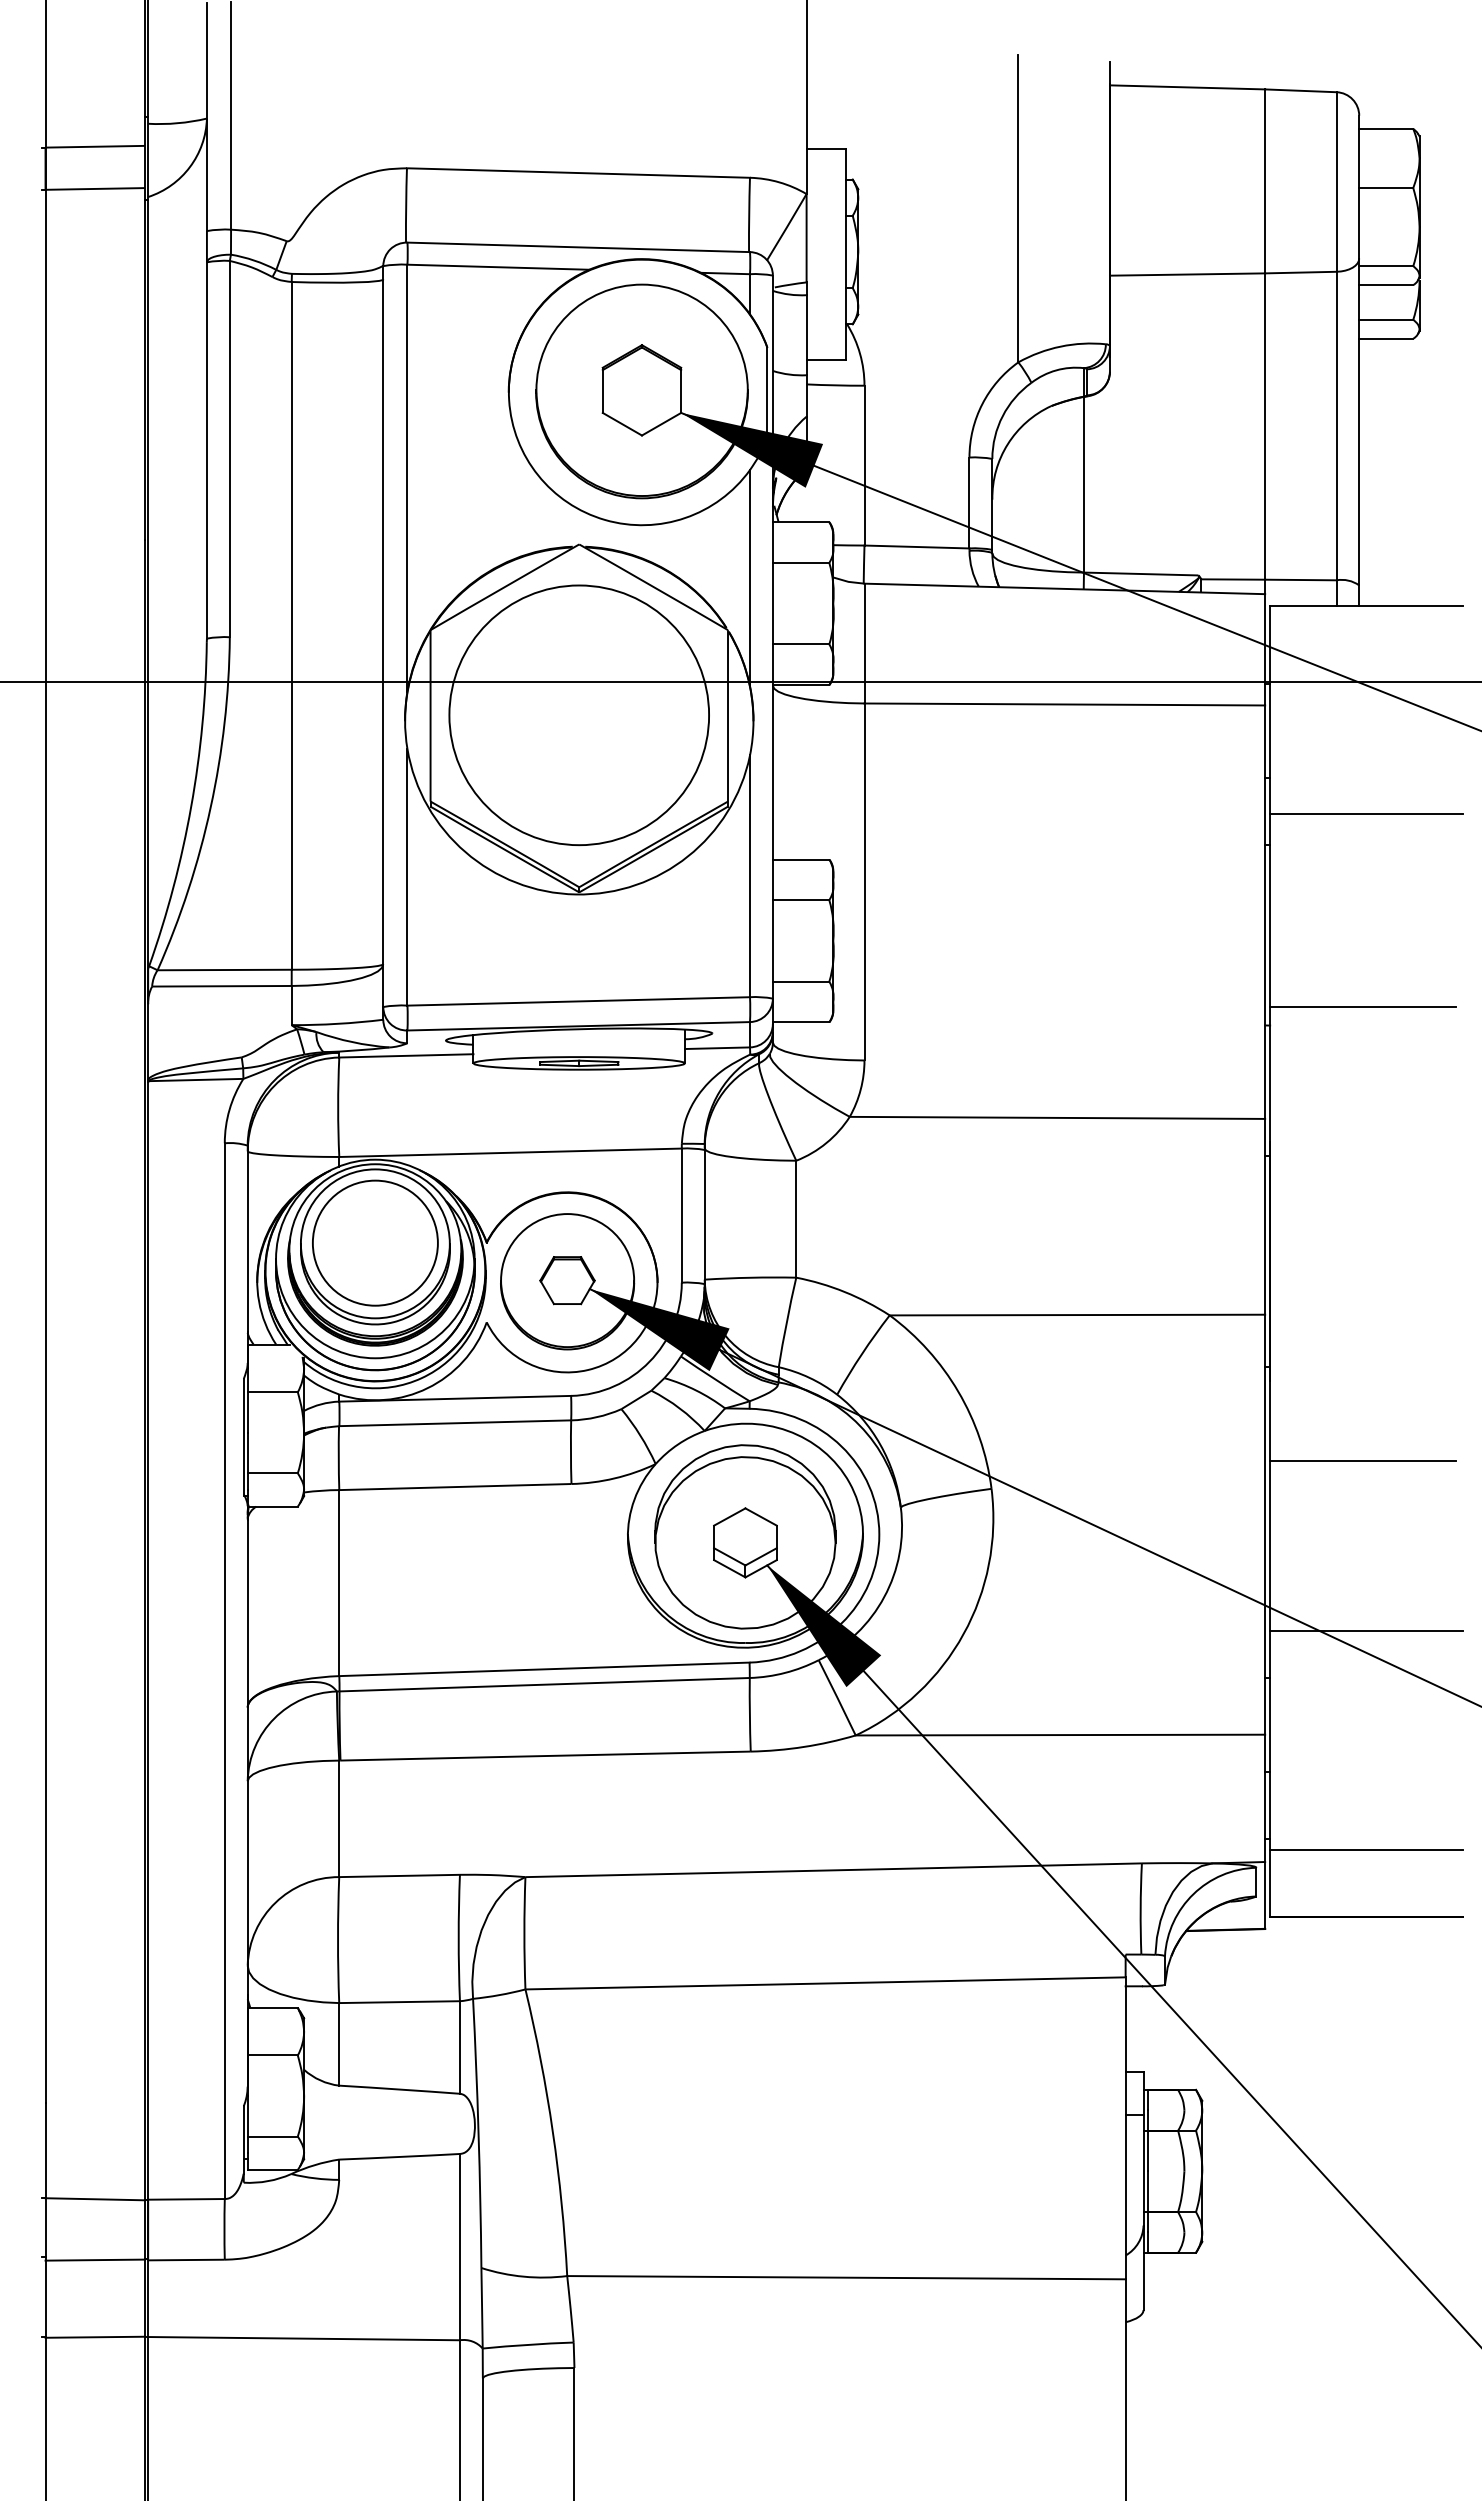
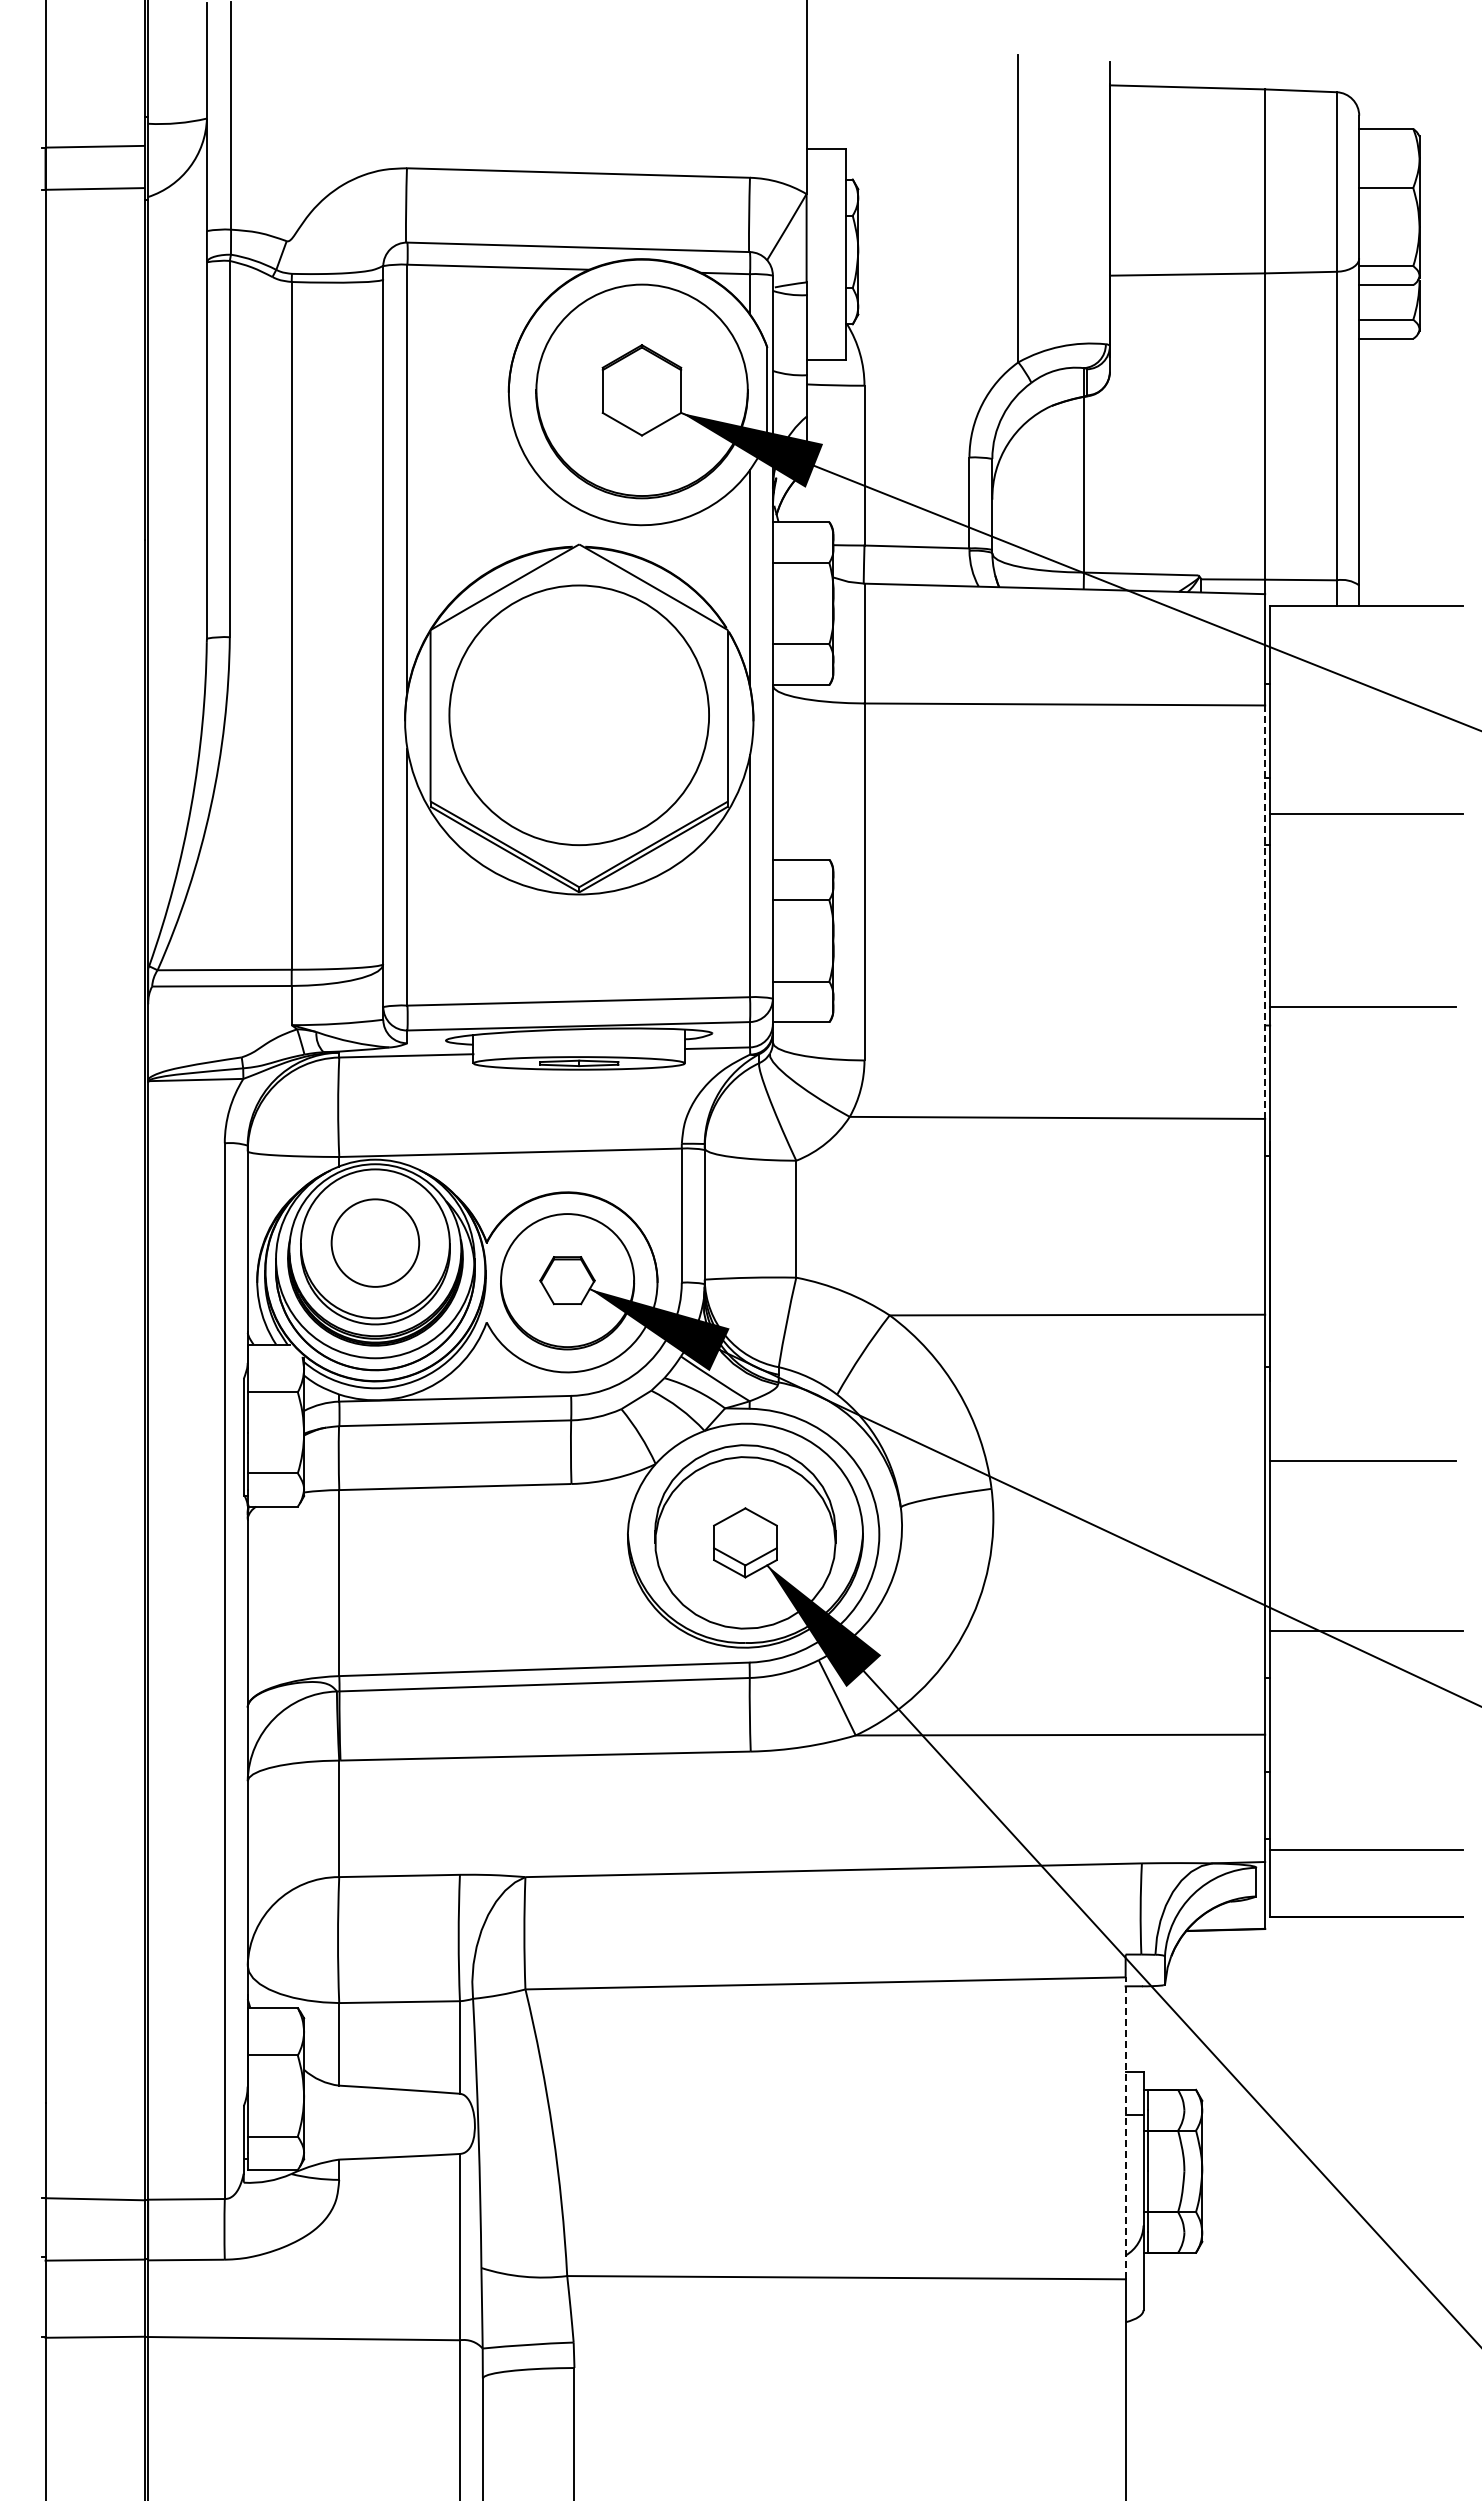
line at (740, 681): present -> none
line at (1265, 912): solid -> dashed
circle at (375, 1242) size: 127x128 px -> 91x90 px
line at (1125, 2128): solid -> dashed
